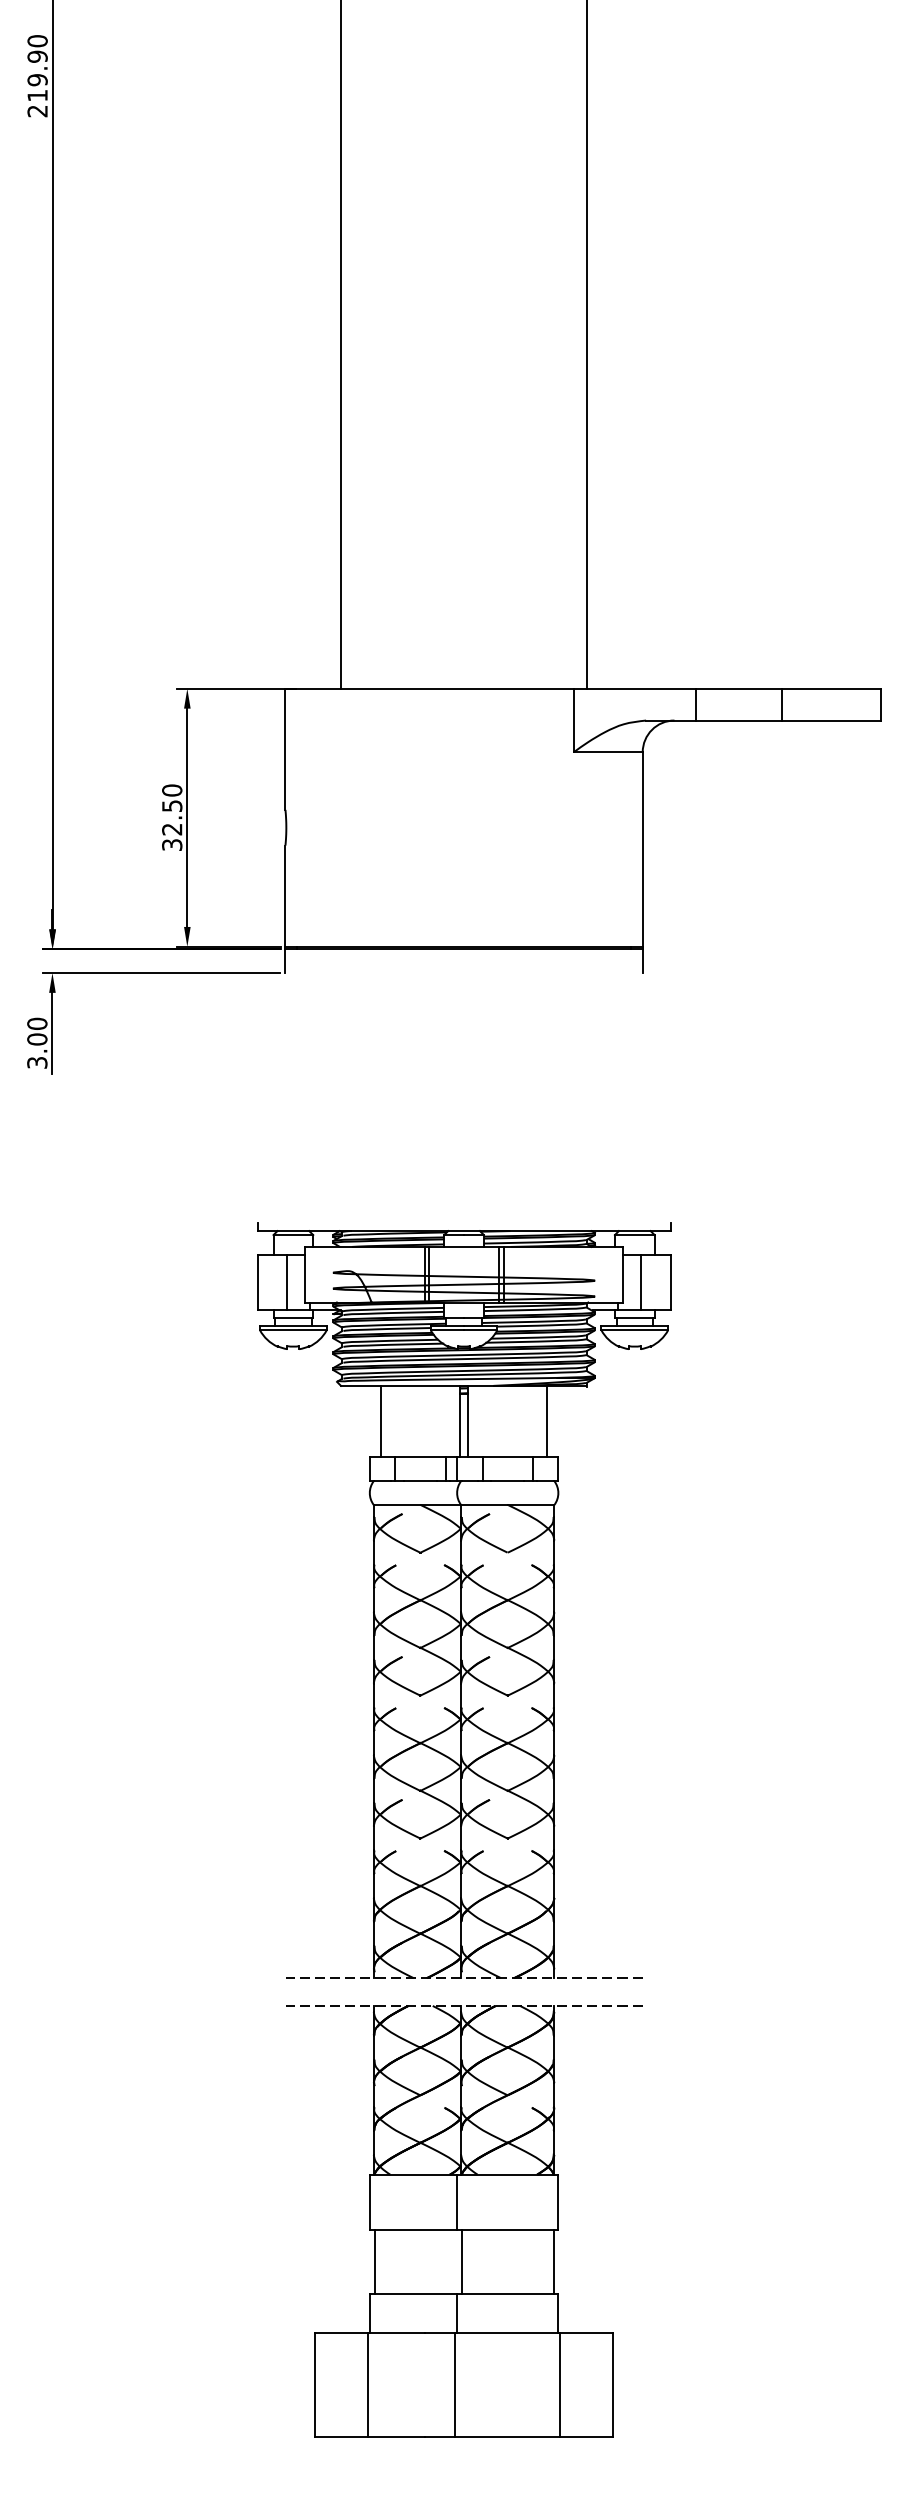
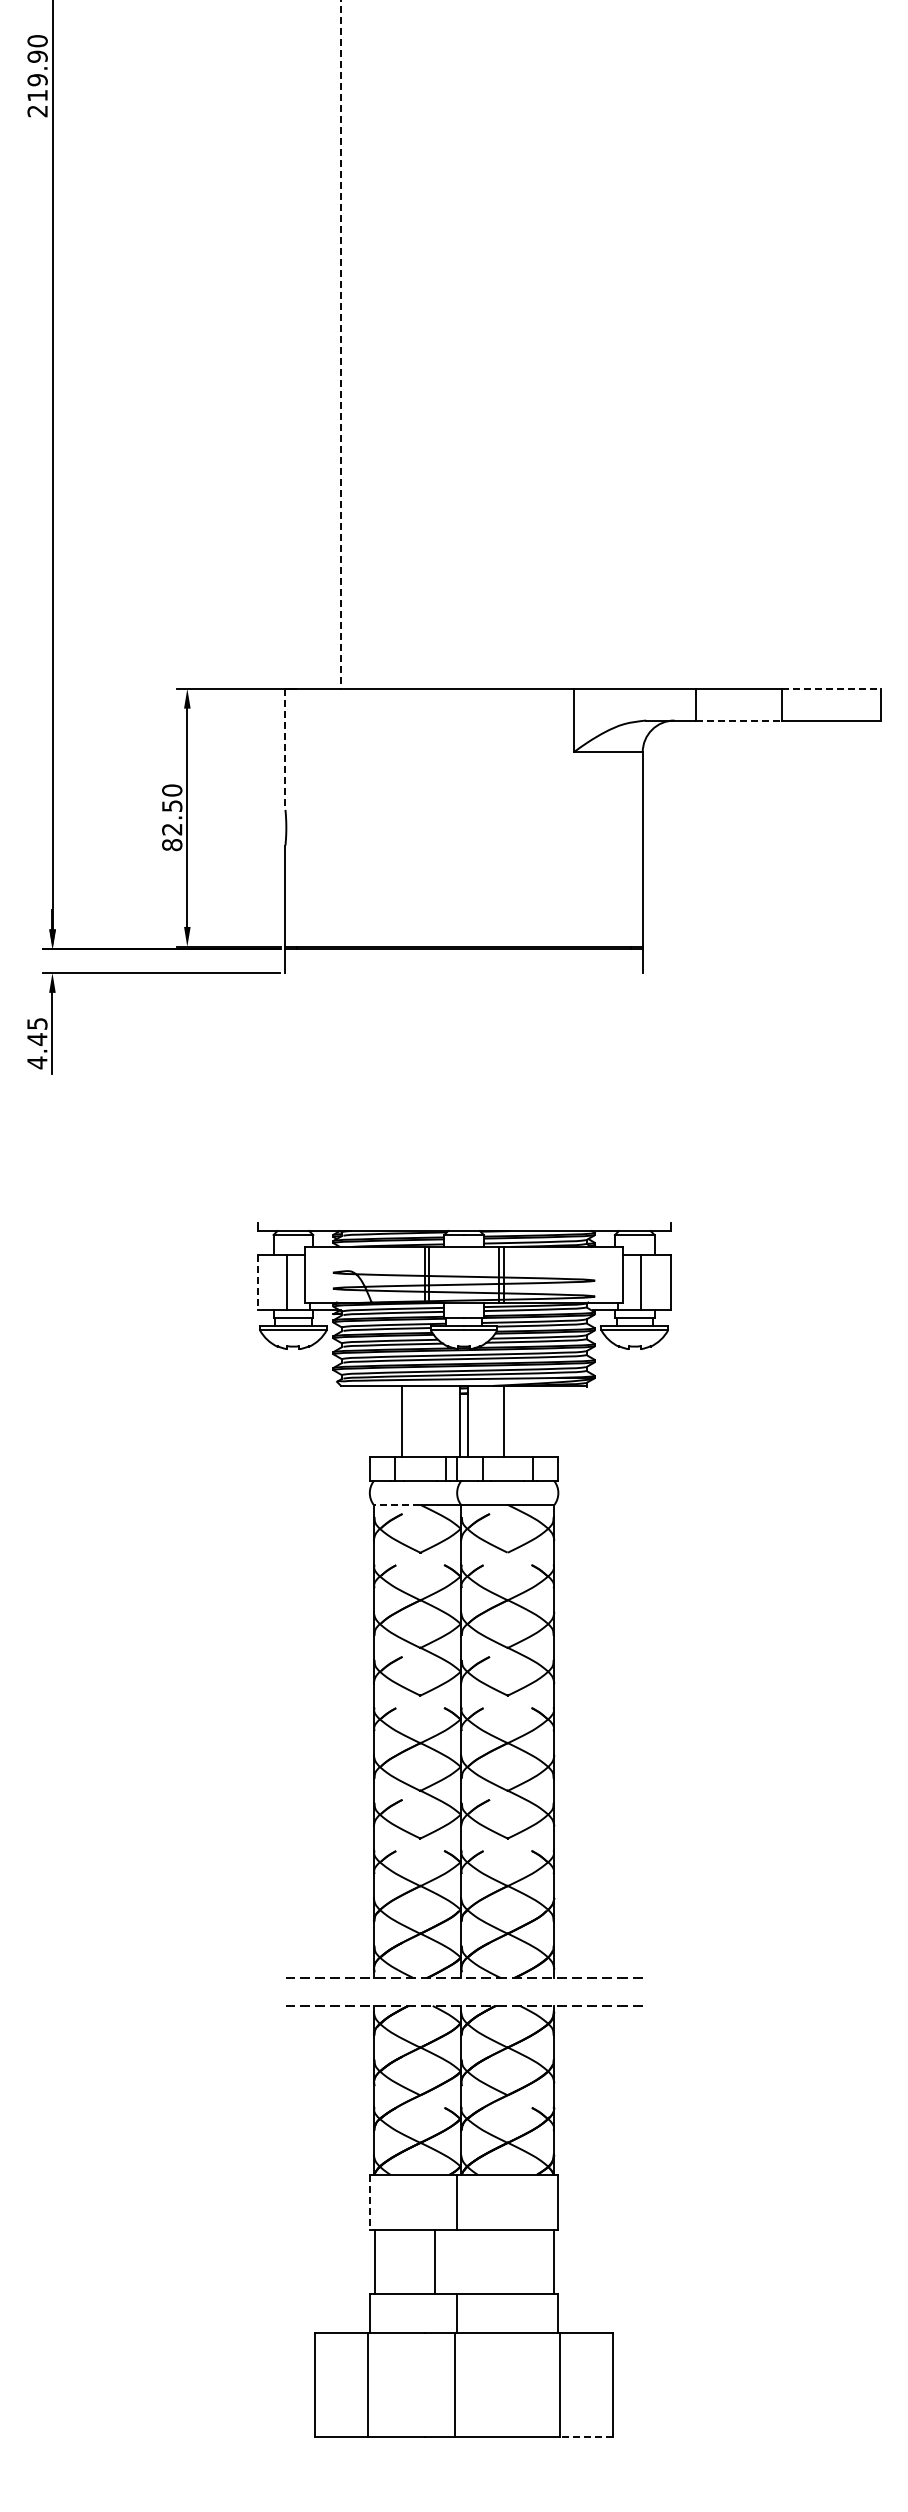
line at (341, 344): solid -> dashed
line at (587, 345): present -> none
line at (831, 688): solid -> dashed
line at (739, 720): solid -> dashed
line at (285, 749): solid -> dashed
text at (172, 845): 32.50 -> 82.50
text at (37, 1043): 3.00 -> 4.45
line at (257, 1282): solid -> dashed
line at (380, 1421) position: (380, 1421) -> (401, 1421)
line at (547, 1421) position: (547, 1421) -> (504, 1421)
line at (396, 1504): solid -> dashed
line at (369, 2202): solid -> dashed
line at (461, 2261) position: (461, 2261) -> (434, 2261)
line at (586, 2436): solid -> dashed
